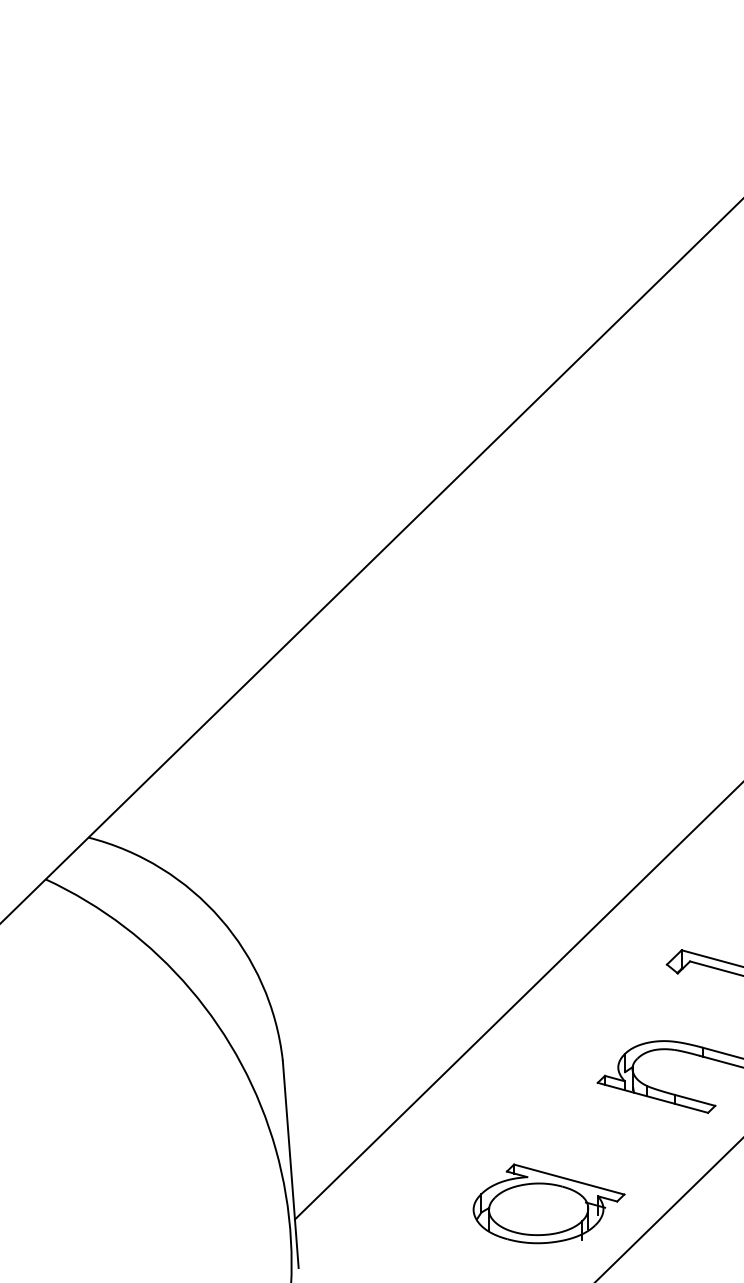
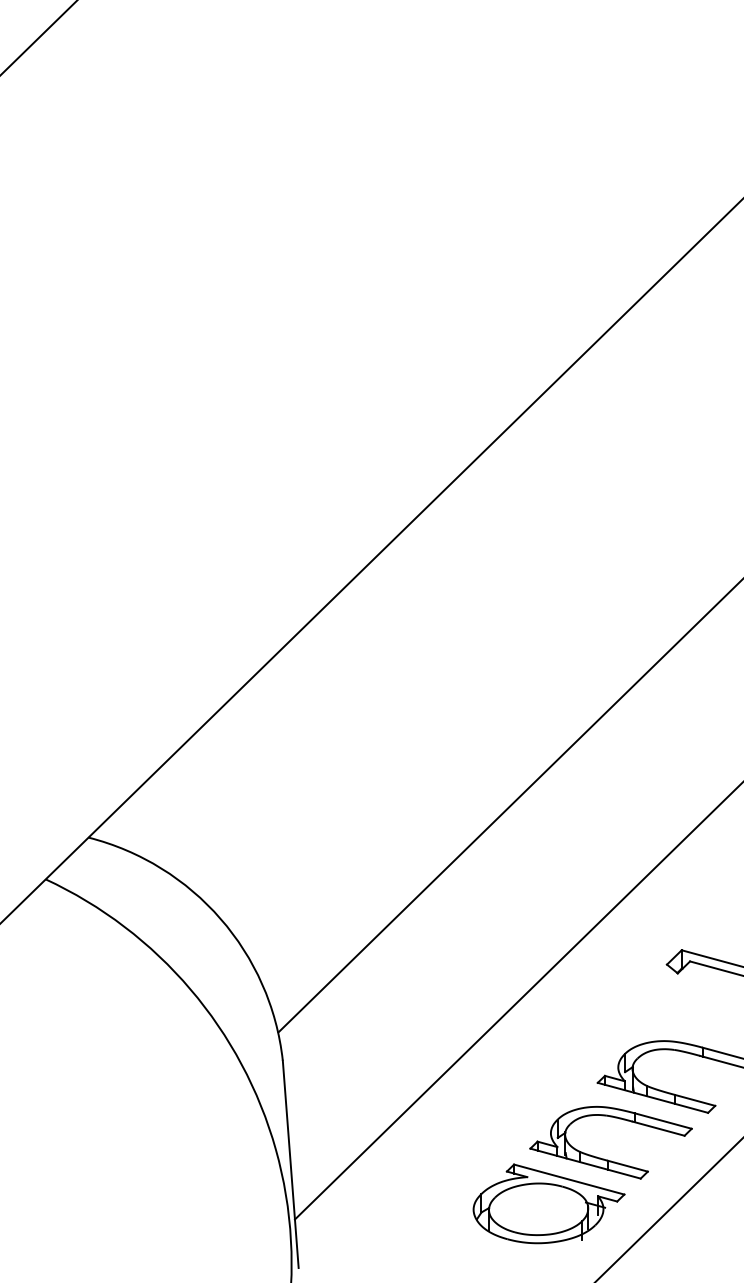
line at (38, 37): none -> present
line at (509, 806): none -> present
part at (604, 1158): none -> present
